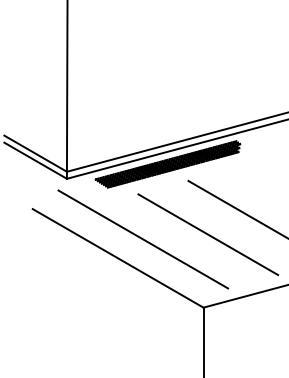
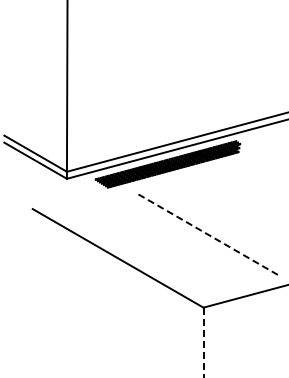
line at (236, 209): present -> none
line at (208, 234): solid -> dashed
line at (143, 239): present -> none
line at (203, 342): solid -> dashed
